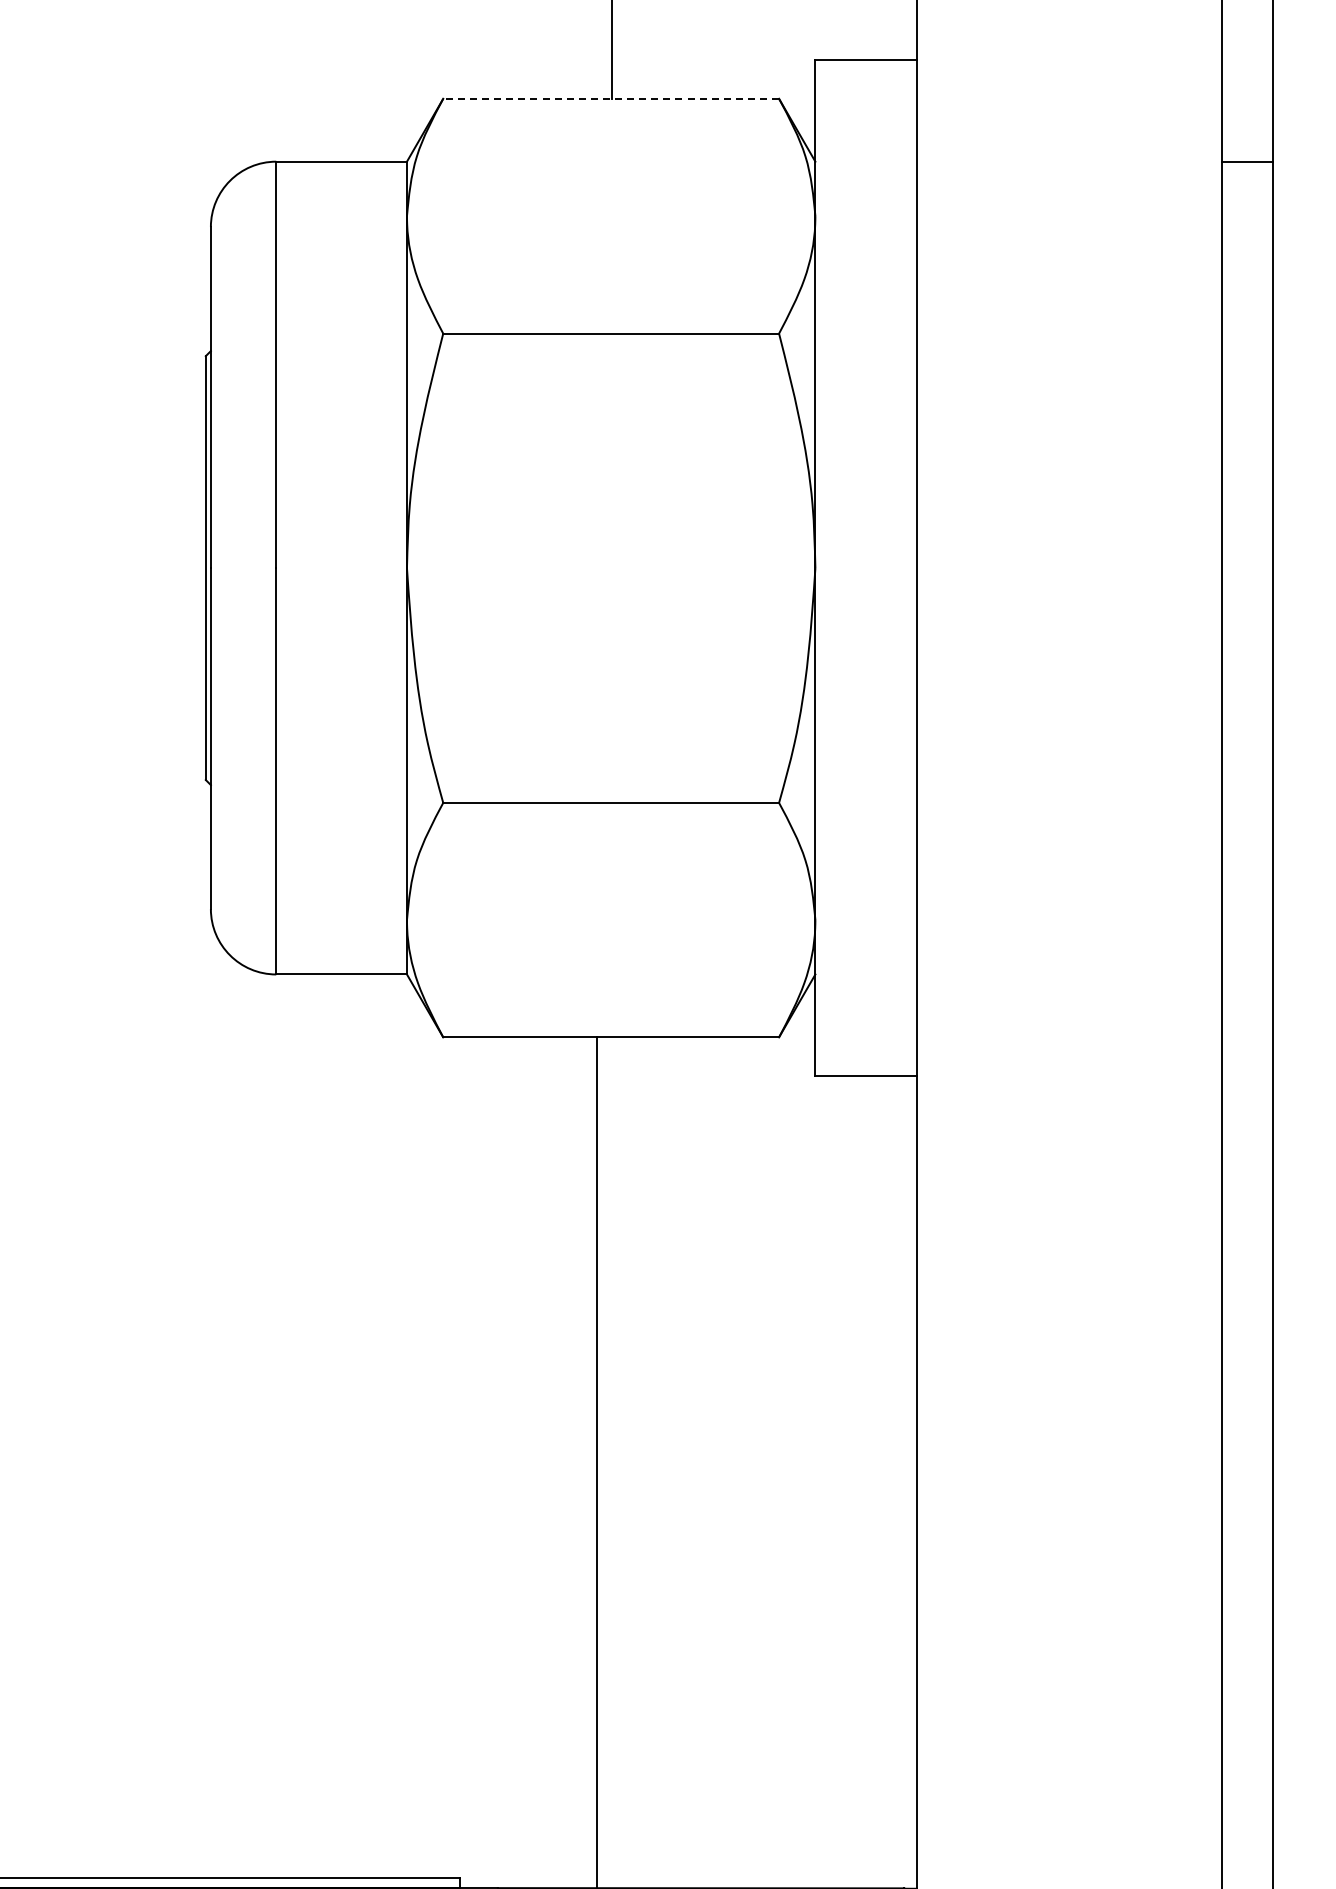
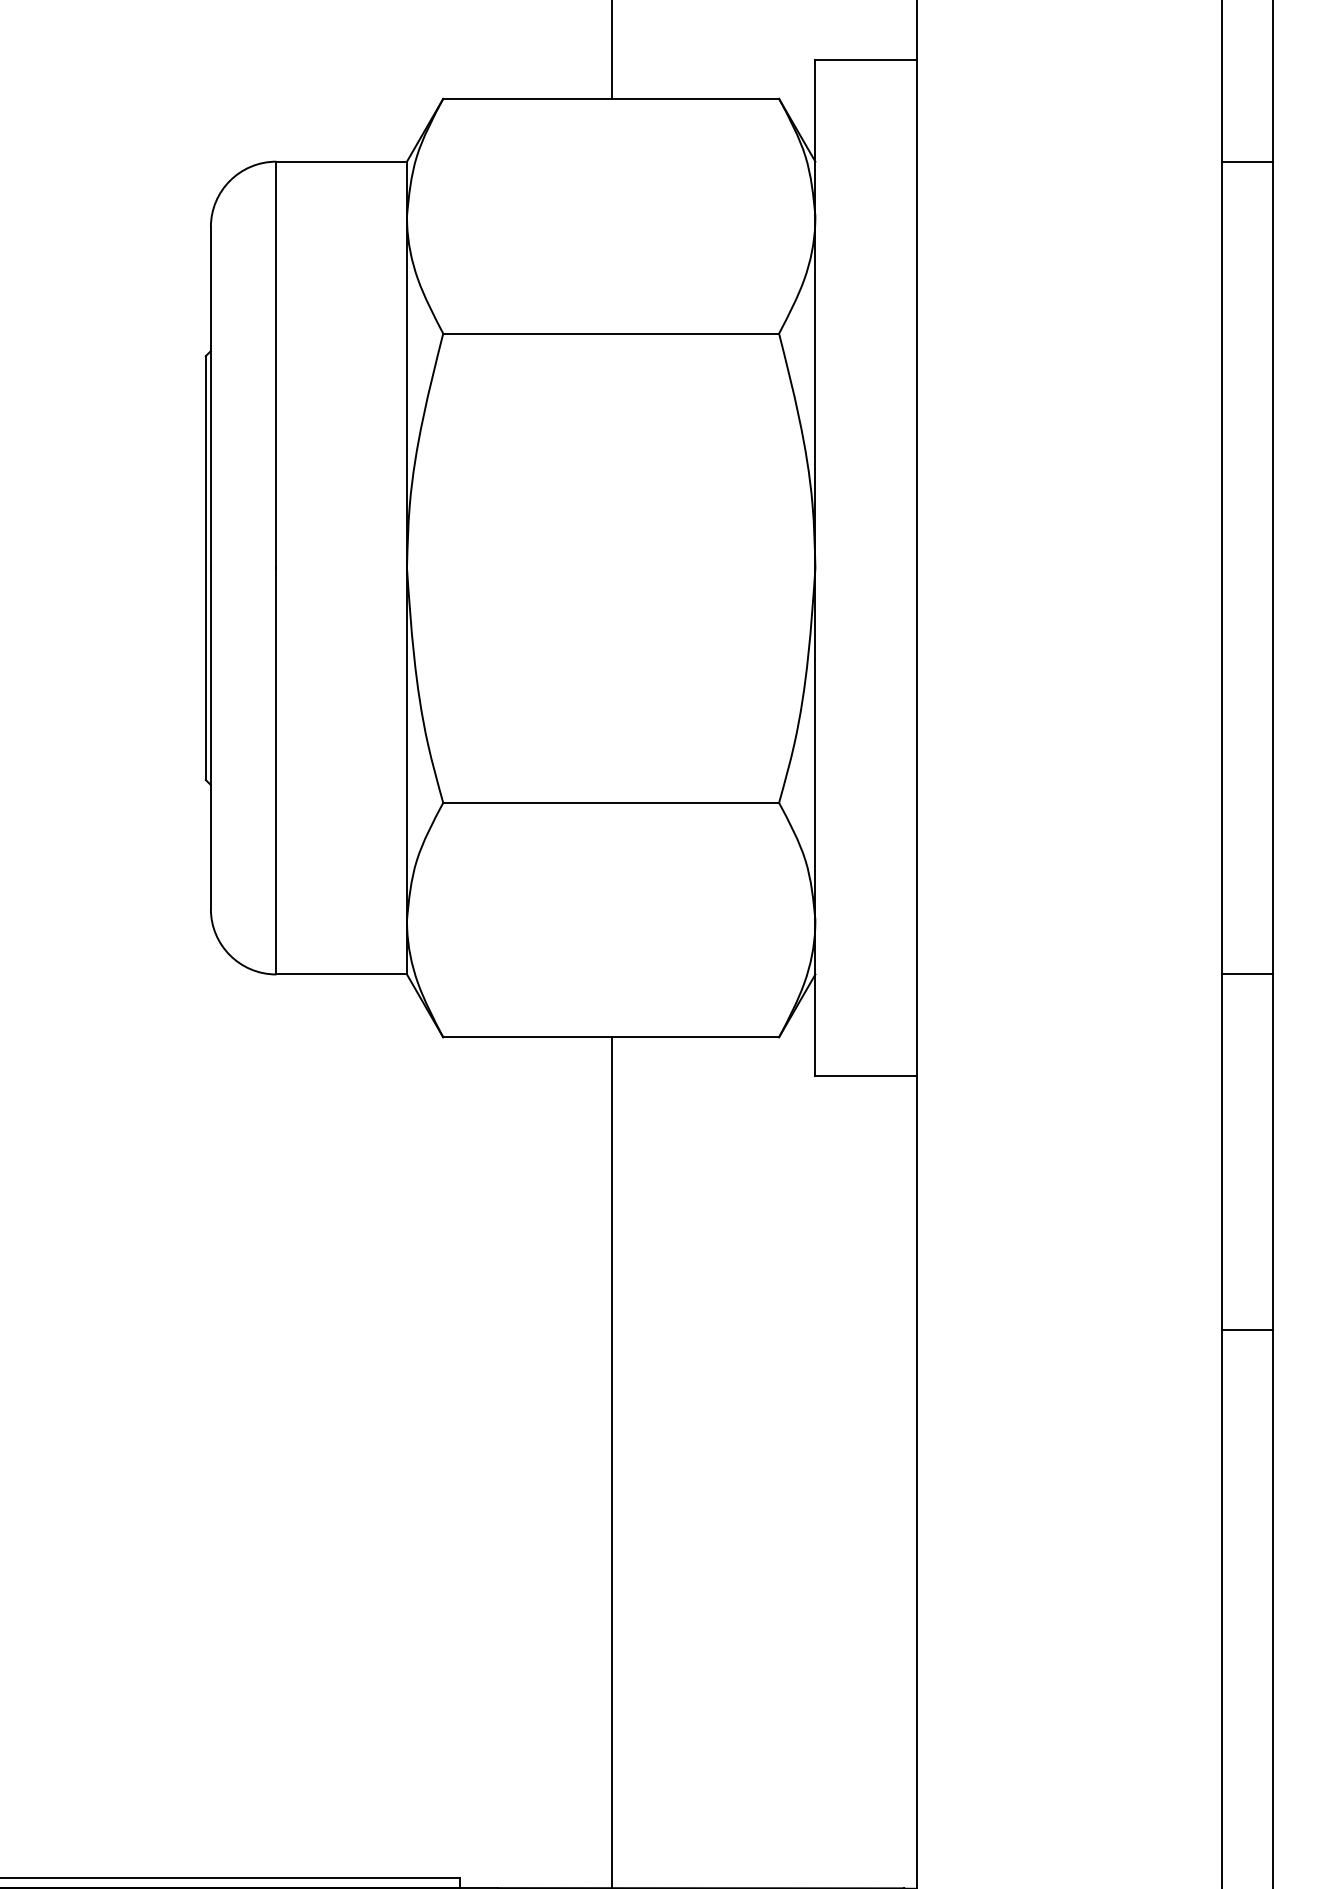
line at (611, 98): dashed -> solid
line at (1246, 974): none -> present
line at (1246, 1329): none -> present
line at (597, 1461) position: (597, 1461) -> (612, 1461)
